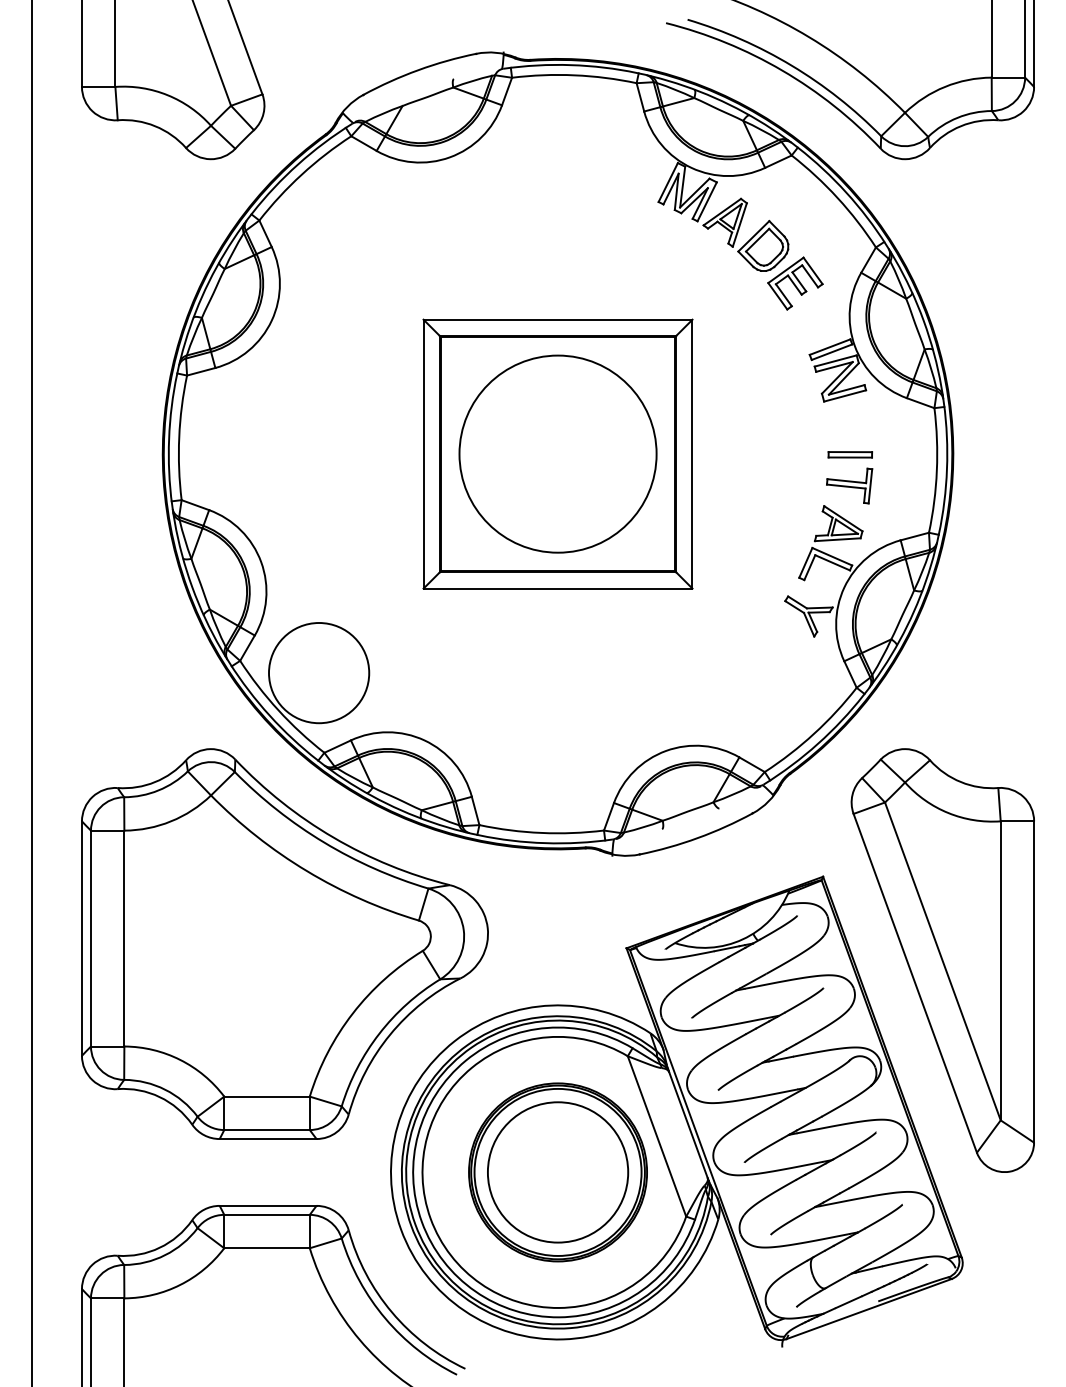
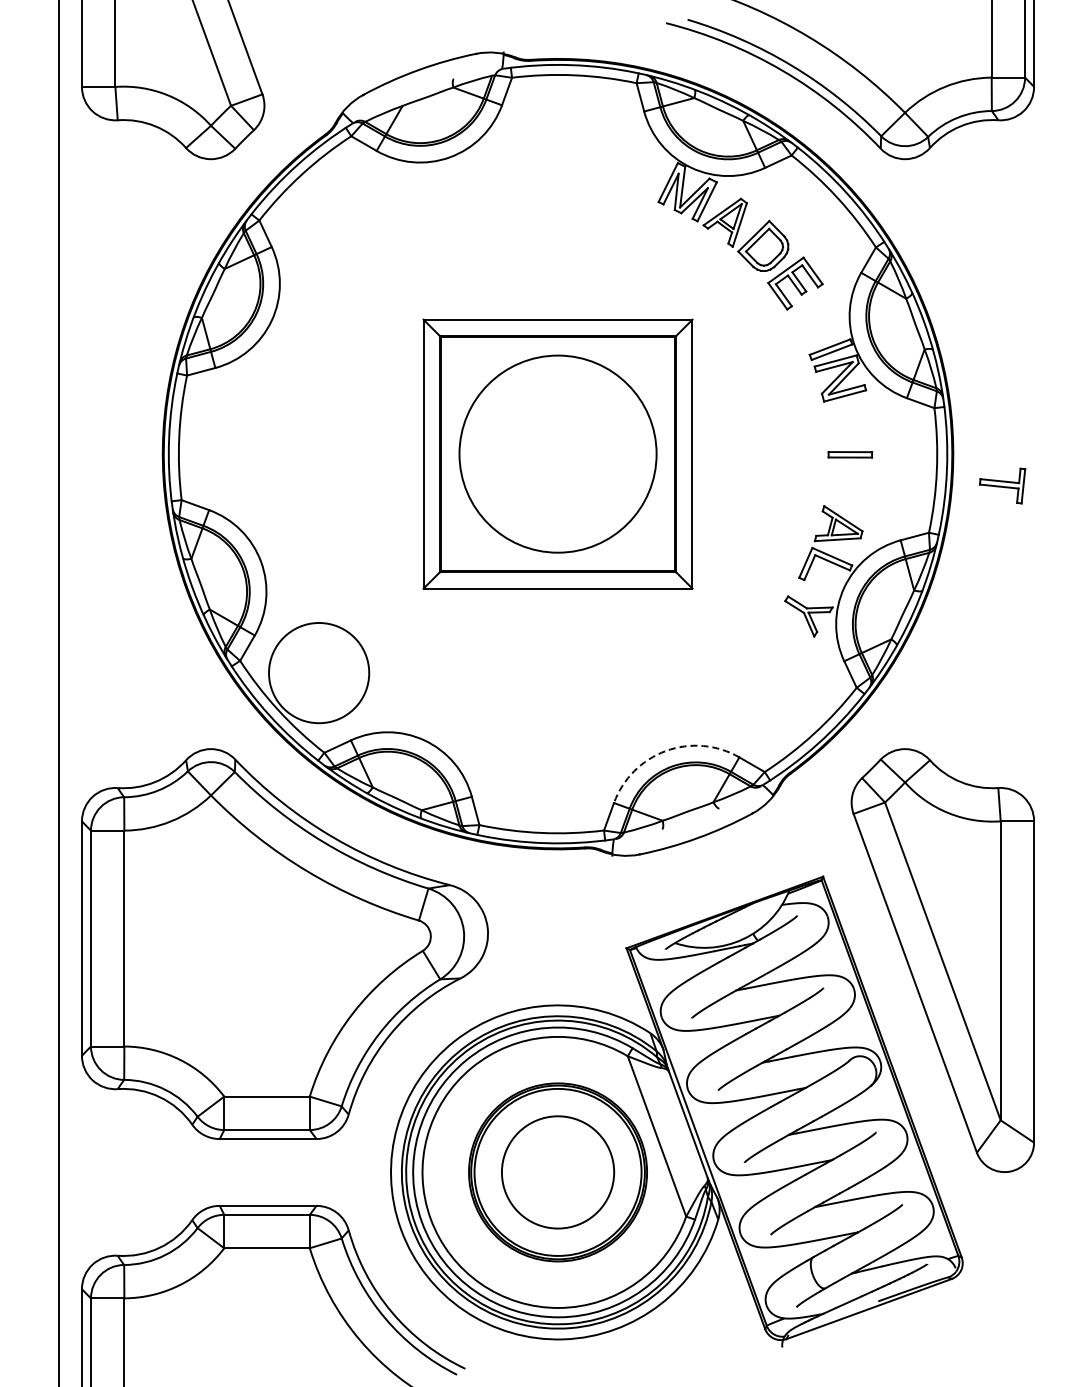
part at (849, 485) position: (849, 485) -> (1002, 485)
line at (31, 692) position: (31, 692) -> (58, 692)
arc at (666, 750): solid -> dashed
circle at (557, 1172) diameter: 140 px -> 112 px
